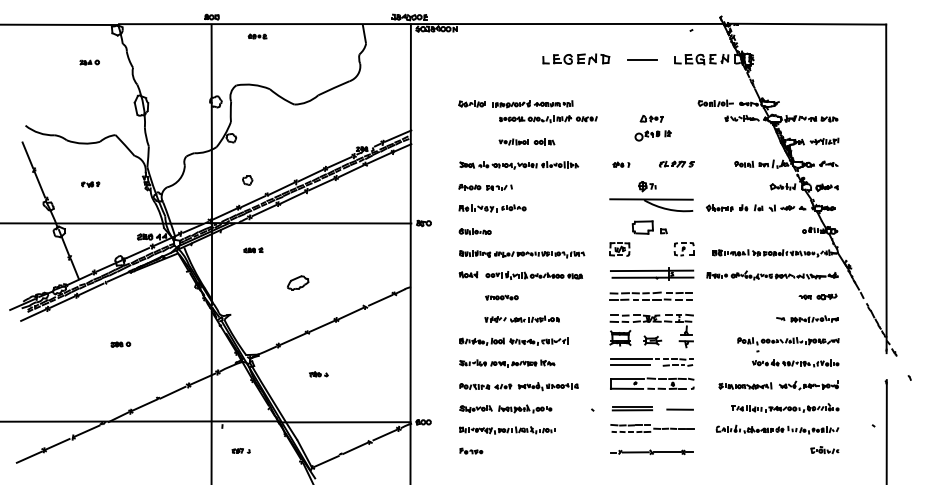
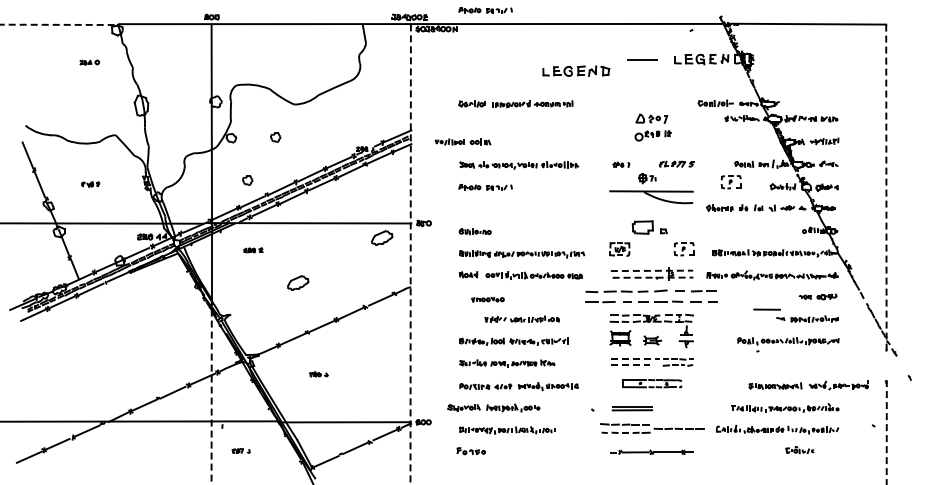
part at (485, 9): none -> present
line at (59, 24): solid -> dashed
part at (257, 36): present -> none
part at (576, 58) position: (576, 58) -> (576, 70)
part at (651, 118) size: 25x8 px -> 34x11 px
part at (548, 119): present -> none
part at (275, 137): none -> present
part at (526, 141) position: (526, 141) -> (462, 141)
part at (730, 182): none -> present
line at (886, 189): solid -> dashed
part at (651, 196) position: (651, 196) -> (651, 188)
part at (492, 208): present -> none
part at (382, 237): none -> present
line at (410, 254): solid -> dashed
line at (652, 270): solid -> dashed
line at (653, 277): solid -> dashed
part at (650, 295) size: 84x10 px -> 133x15 px
part at (501, 297) position: (501, 297) -> (487, 299)
part at (120, 344): present -> none
line at (631, 359): solid -> dashed
part at (795, 363): present -> none
line at (630, 365): solid -> dashed
part at (652, 383) size: 85x13 px -> 61x10 px
part at (778, 385) position: (778, 385) -> (808, 385)
line at (211, 397): solid -> dashed
part at (505, 408) position: (505, 408) -> (493, 407)
line at (679, 409) position: (679, 409) -> (766, 309)
part at (652, 428) size: 85x9 px -> 105x11 px
line at (886, 432): solid -> dashed
part at (471, 450) size: 25x8 px -> 30x9 px
part at (824, 450) position: (824, 450) -> (799, 450)
